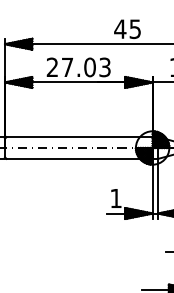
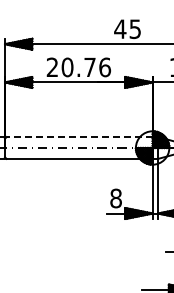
text at (86, 67): 27.03 -> 20.76
line at (79, 137): solid -> dashed
text at (115, 198): 1 -> 8
